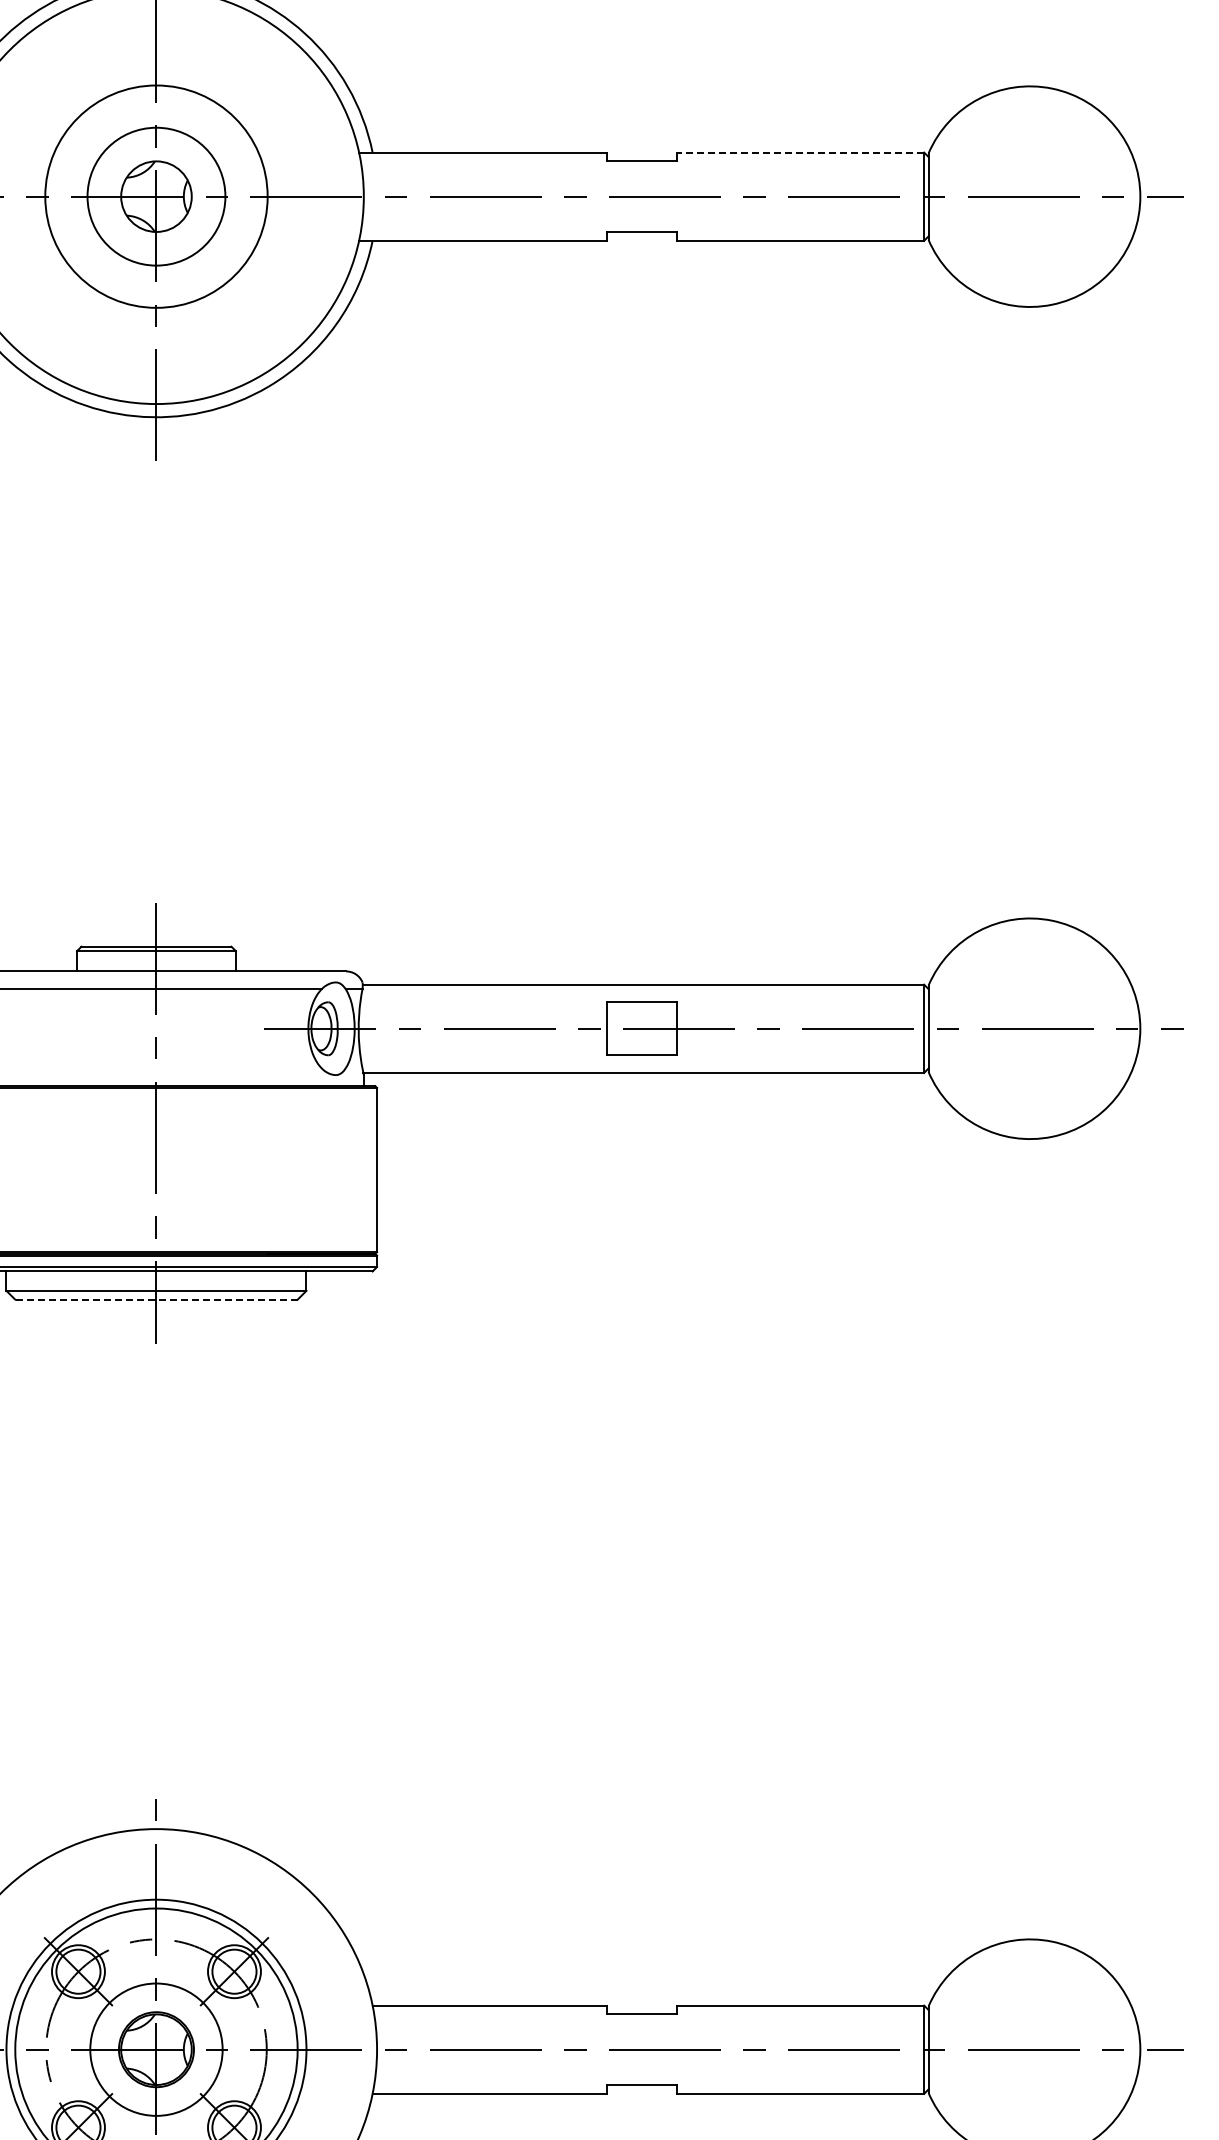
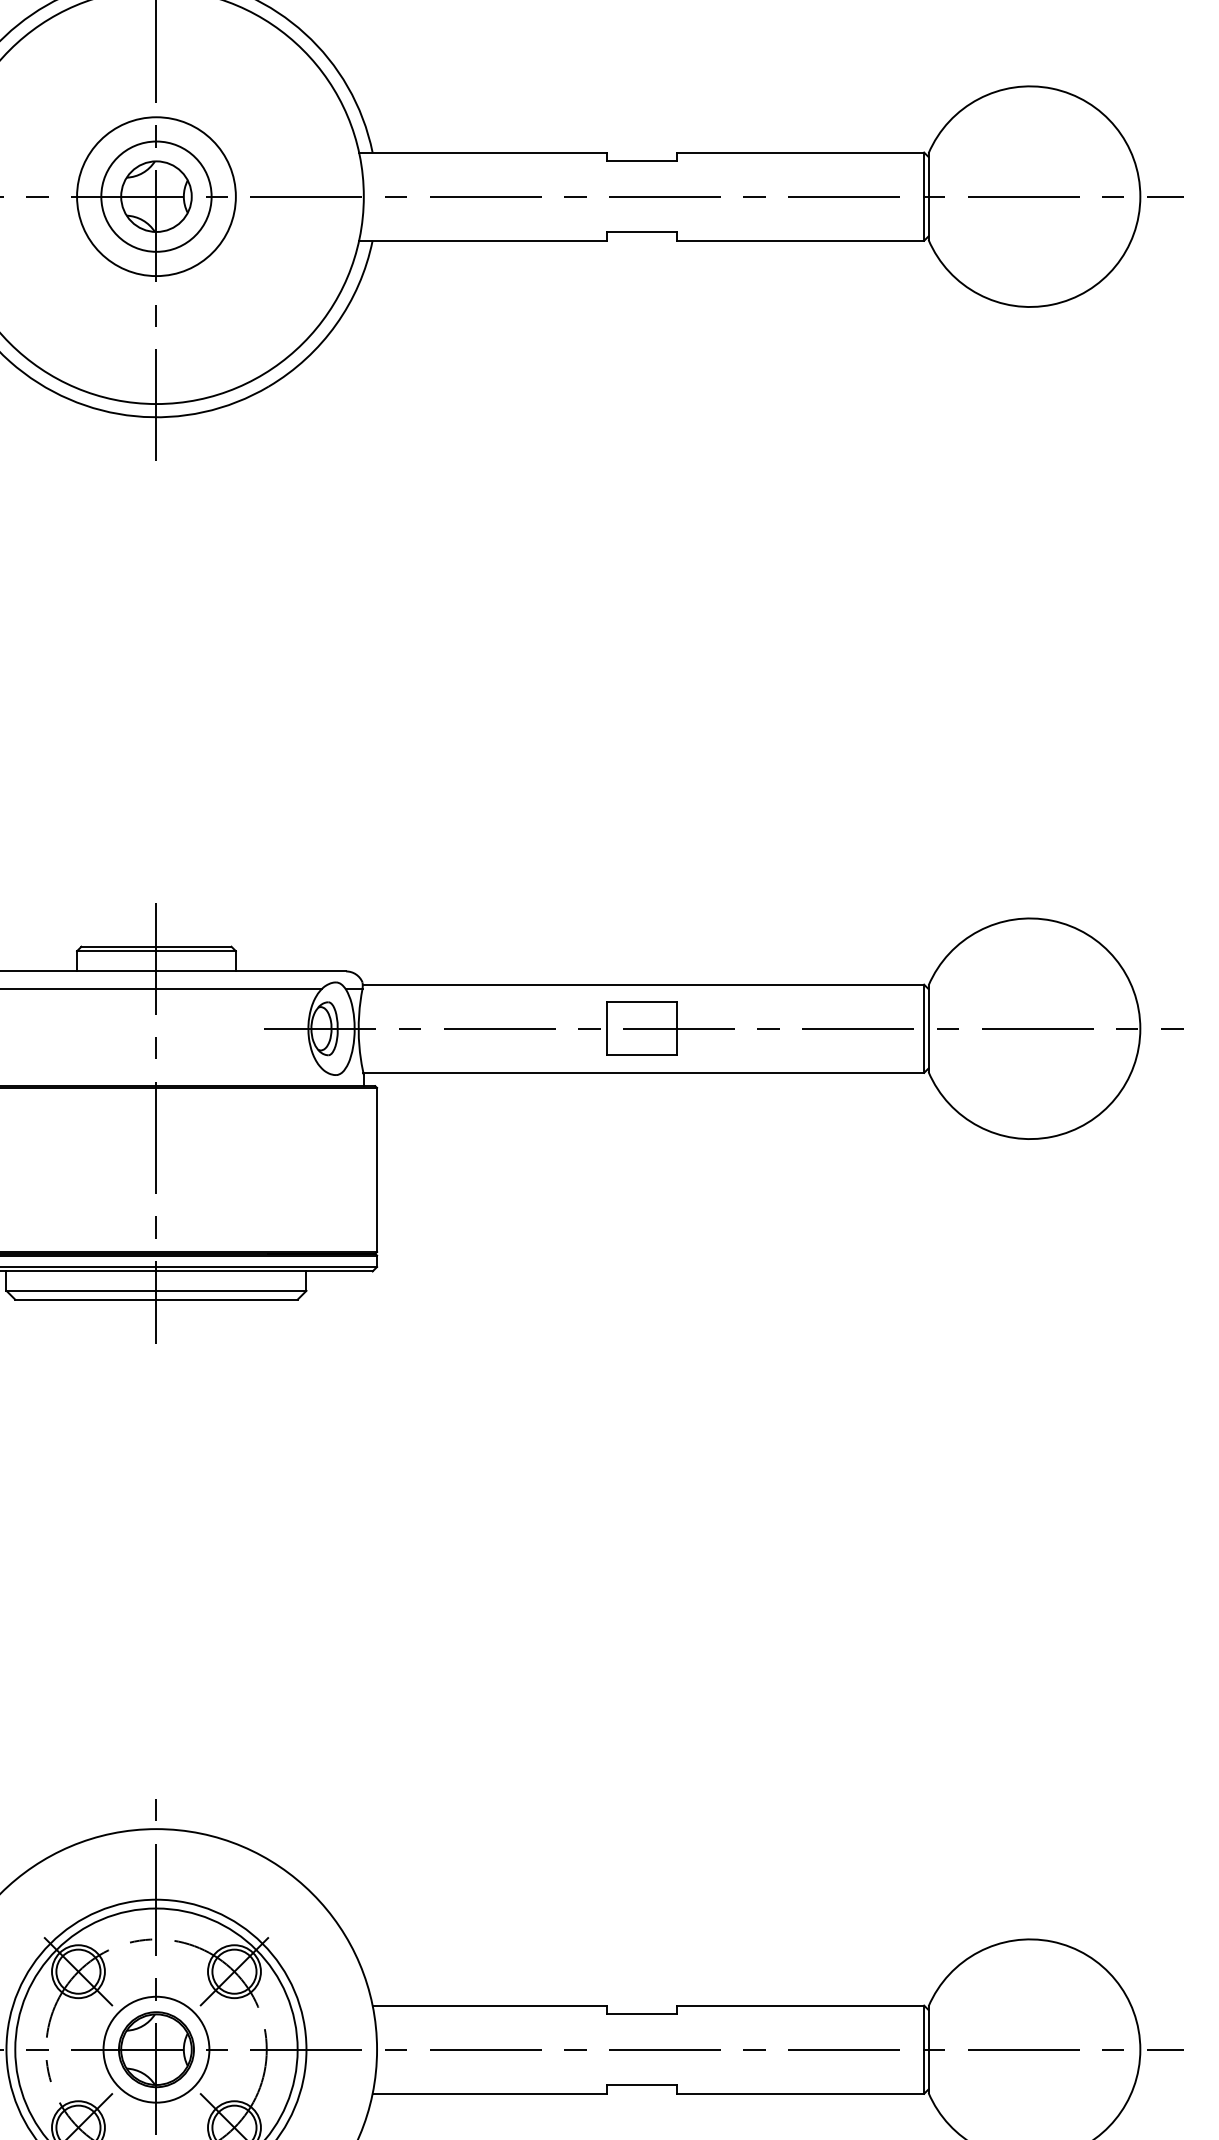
line at (800, 152): dashed -> solid
circle at (156, 196) diameter: 138 px -> 110 px
circle at (156, 196) diameter: 222 px -> 159 px
line at (155, 1299): dashed -> solid
circle at (156, 2049) diameter: 132 px -> 106 px
